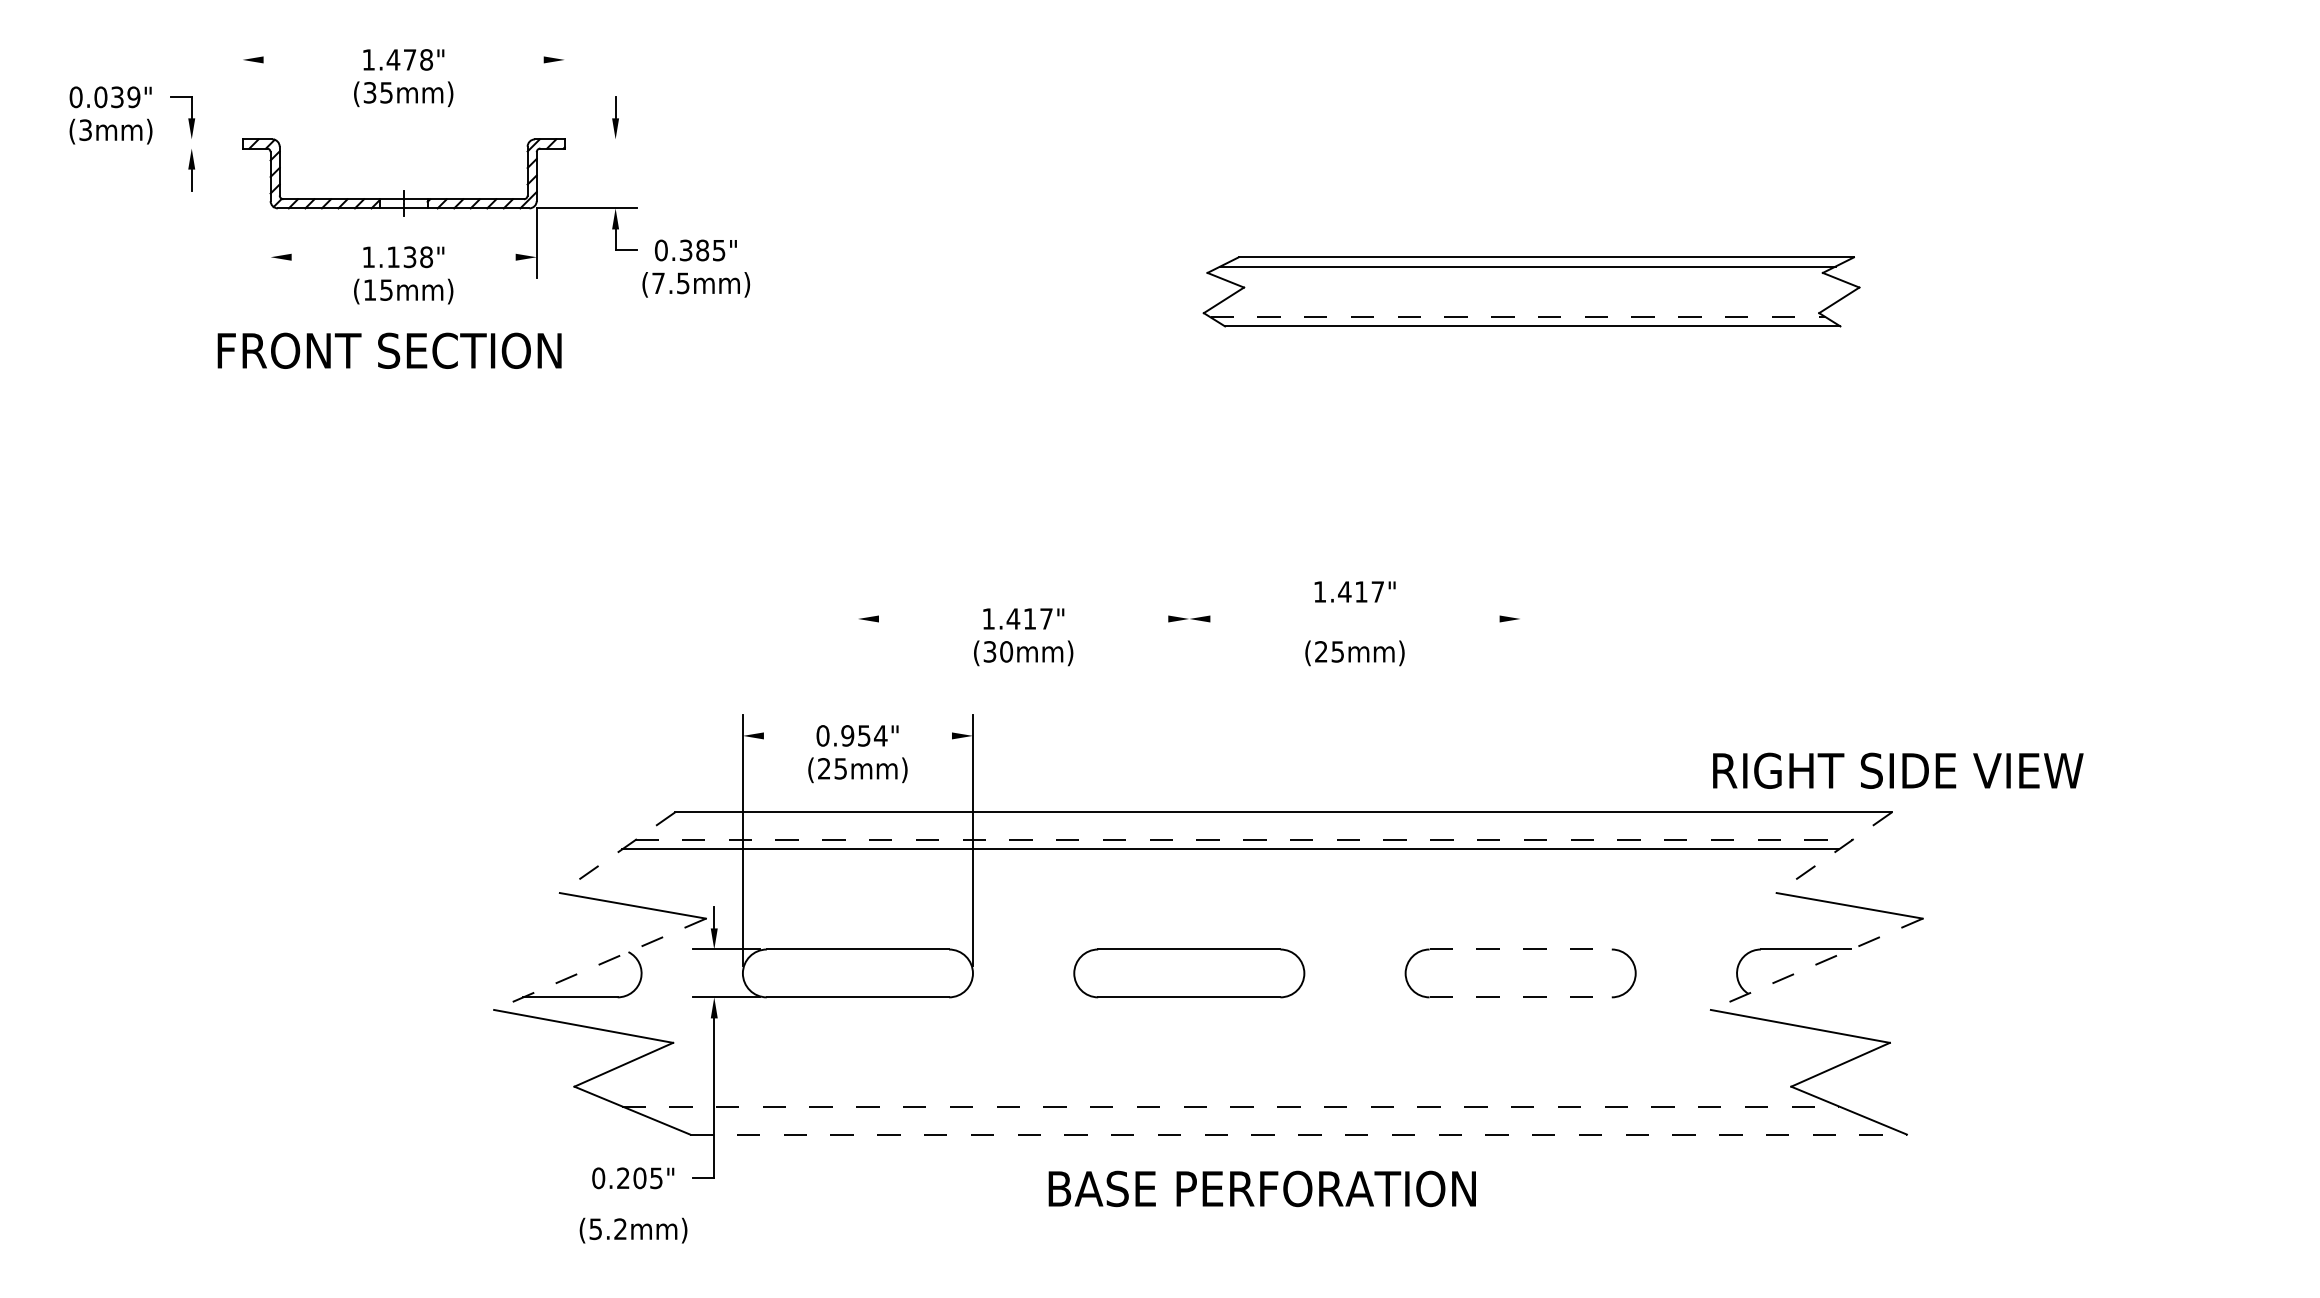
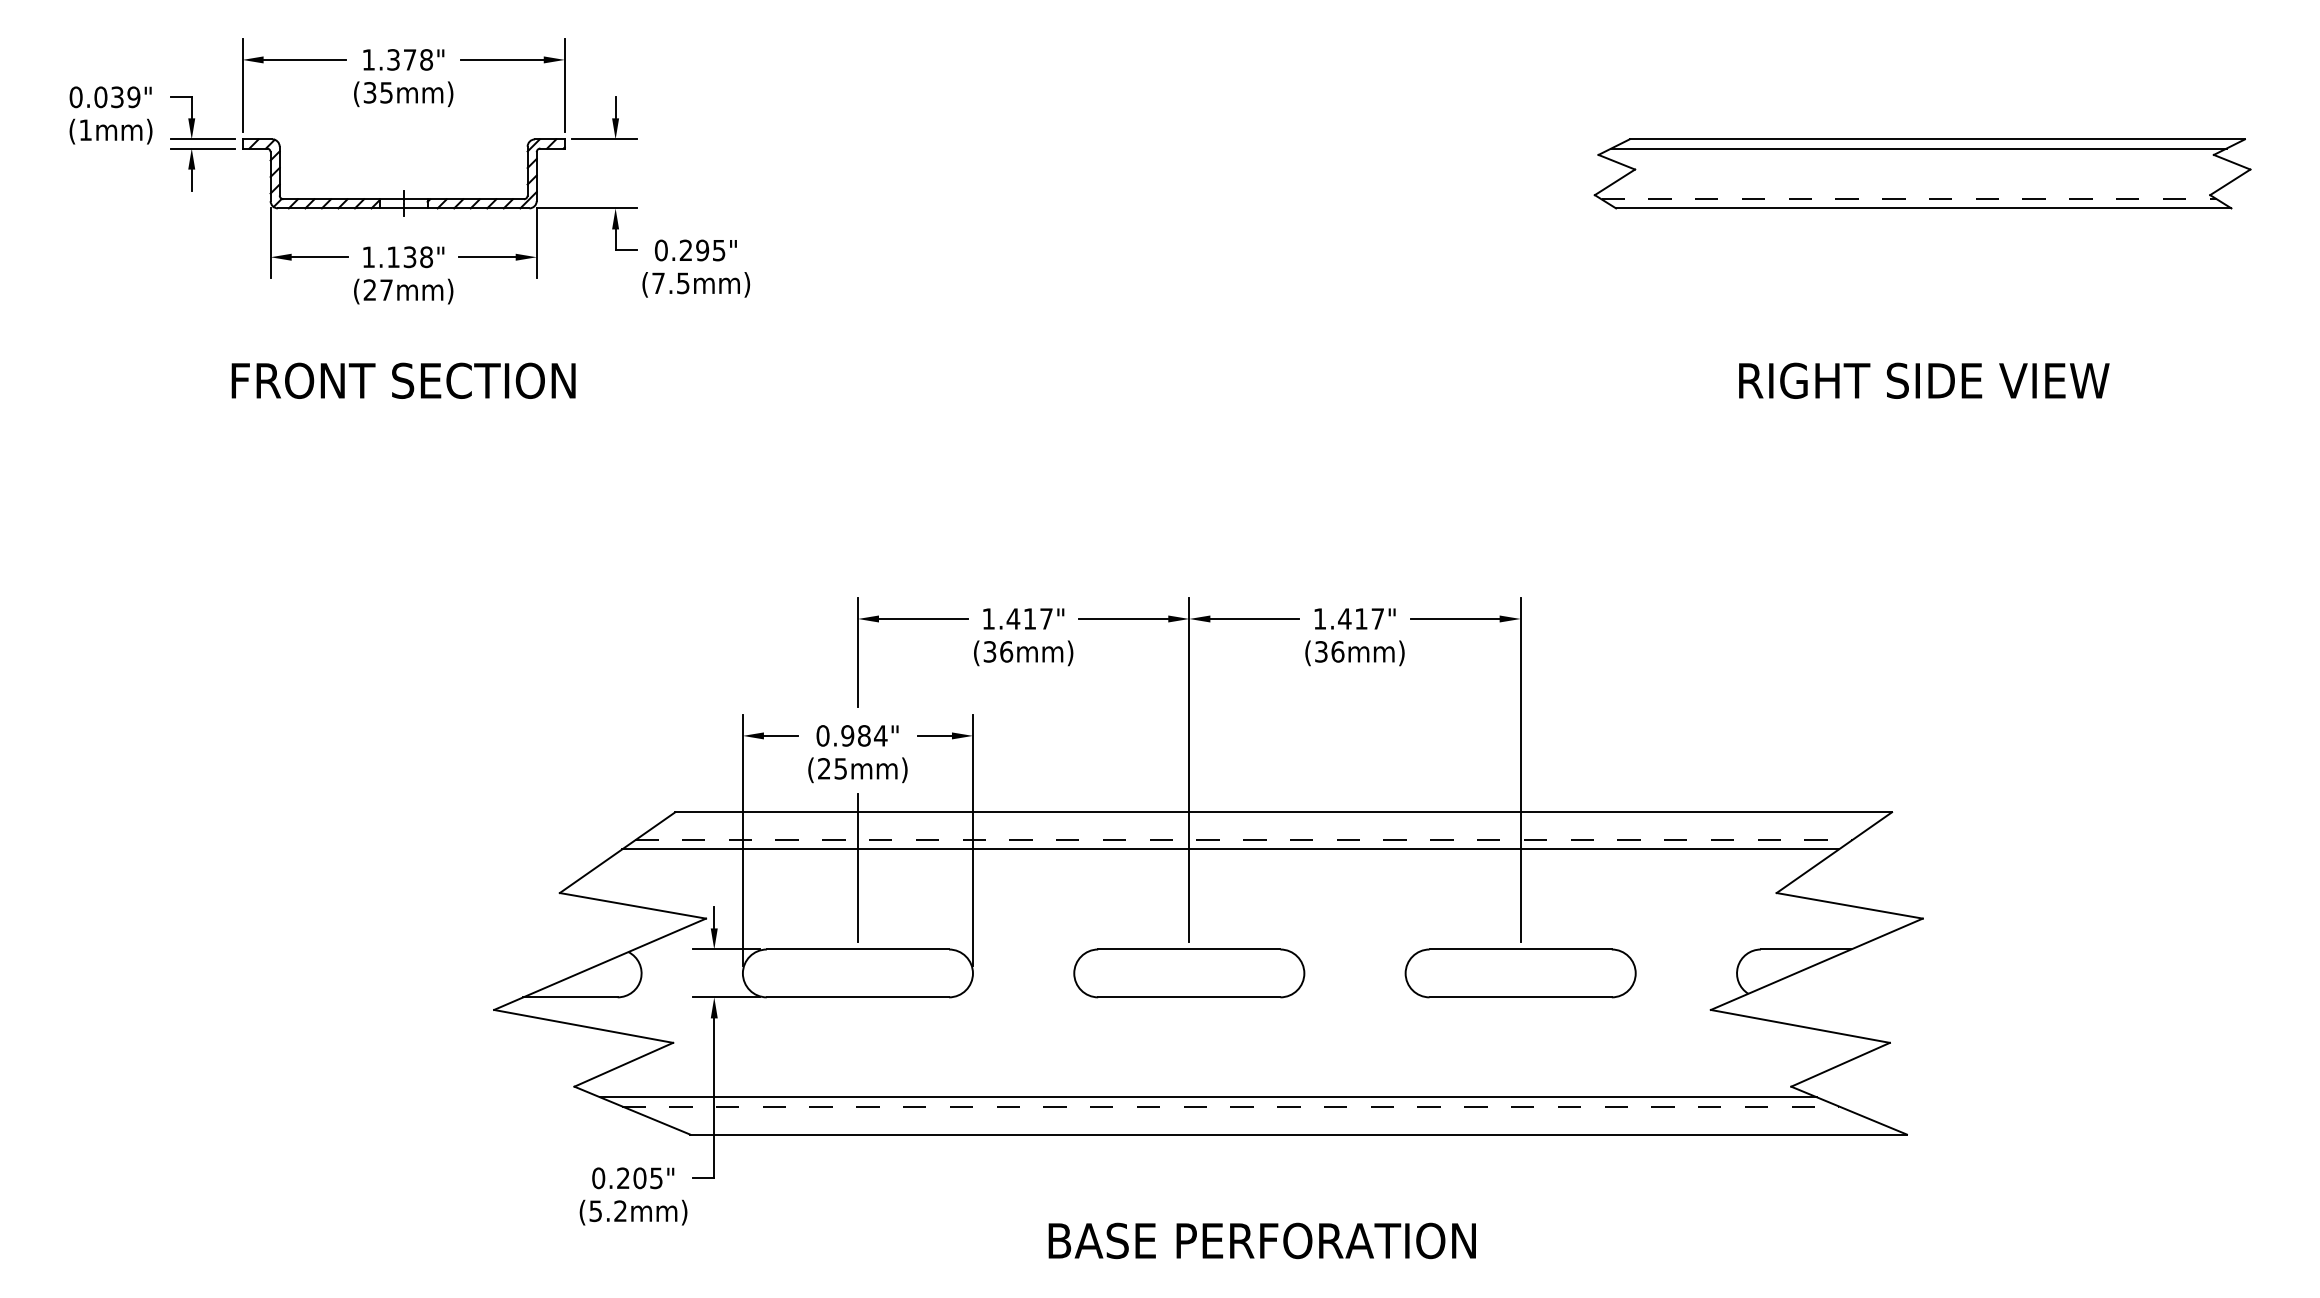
line at (304, 59): none -> present
text at (393, 59): 1.478" -> 1.378"
line at (502, 59): none -> present
line at (242, 85): none -> present
line at (564, 85): none -> present
text at (85, 130): (3mm) -> (1mm)
line at (202, 139): none -> present
line at (604, 139): none -> present
line at (202, 148): none -> present
line at (270, 243): none -> present
text at (694, 250): 0.385" -> 0.295"
line at (319, 257): none -> present
line at (487, 257): none -> present
text at (377, 289): (15mm) -> (27mm)
part at (1531, 291) position: (1531, 291) -> (1922, 173)
text at (389, 350) position: (389, 350) -> (403, 380)
text at (1354, 591) position: (1354, 591) -> (1354, 618)
line at (923, 618): none -> present
line at (1123, 618): none -> present
line at (1254, 618): none -> present
line at (1454, 618): none -> present
line at (857, 651): none -> present
text at (1006, 651): (30mm) -> (36mm)
text at (1329, 651): (25mm) -> (36mm)
line at (780, 735): none -> present
text at (863, 735): 0.954" -> 0.984"
line at (934, 735): none -> present
line at (1189, 769): none -> present
line at (1520, 769): none -> present
text at (1898, 770) position: (1898, 770) -> (1924, 380)
line at (617, 852): dashed -> solid
line at (1833, 852): dashed -> solid
line at (857, 868): none -> present
line at (1521, 949): dashed -> solid
line at (599, 964): dashed -> solid
line at (1816, 964): dashed -> solid
line at (1521, 997): dashed -> solid
line at (1208, 1097): none -> present
line at (1299, 1134): dashed -> solid
text at (1261, 1188) position: (1261, 1188) -> (1261, 1240)
text at (633, 1230) position: (633, 1230) -> (633, 1212)
